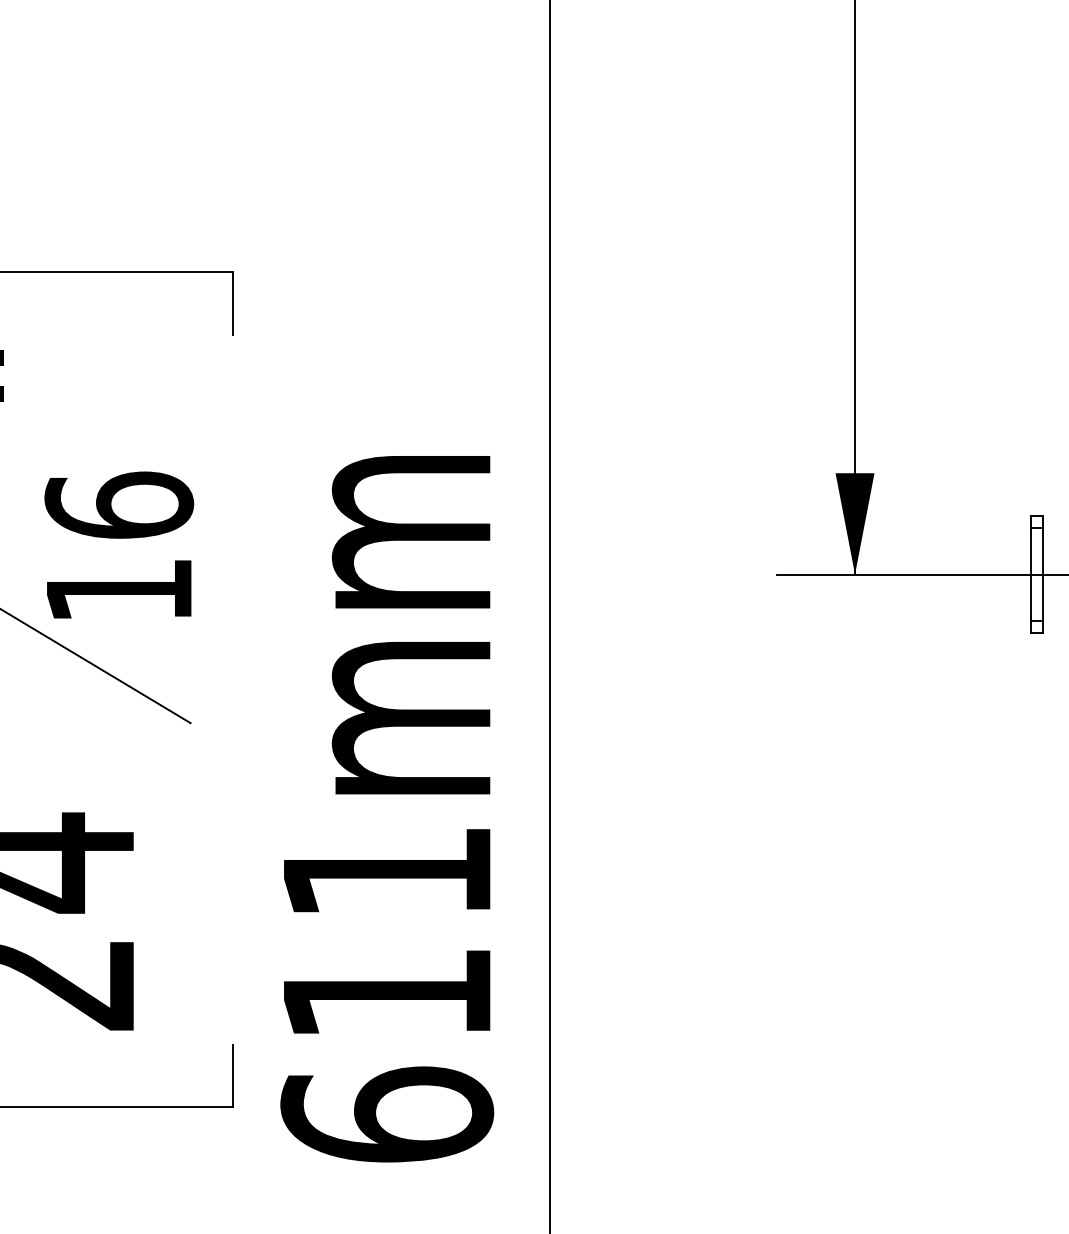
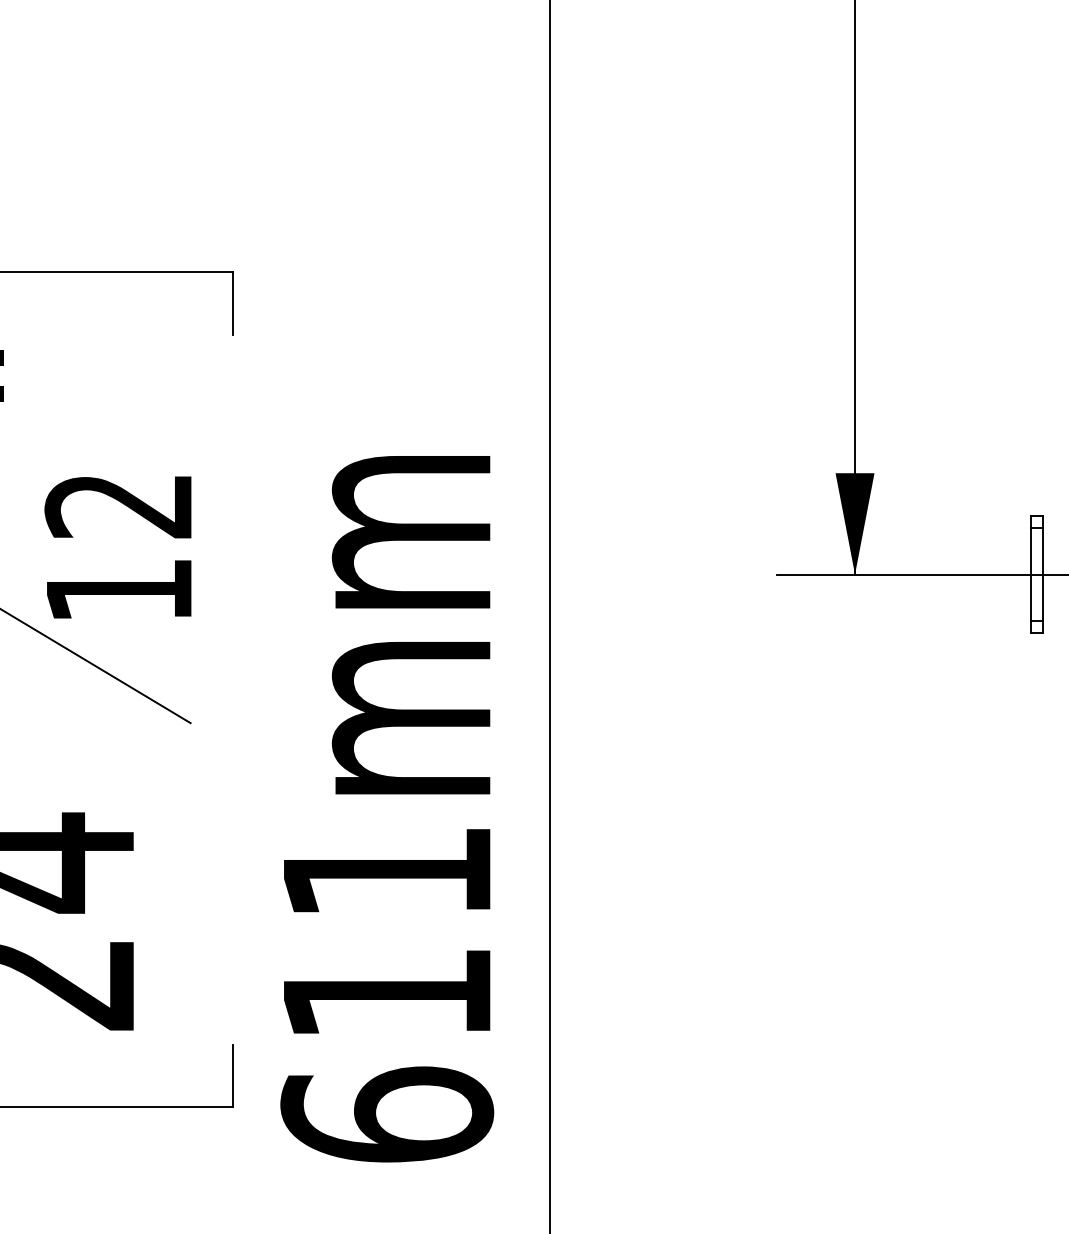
text at (119, 504): 16 -> 12
